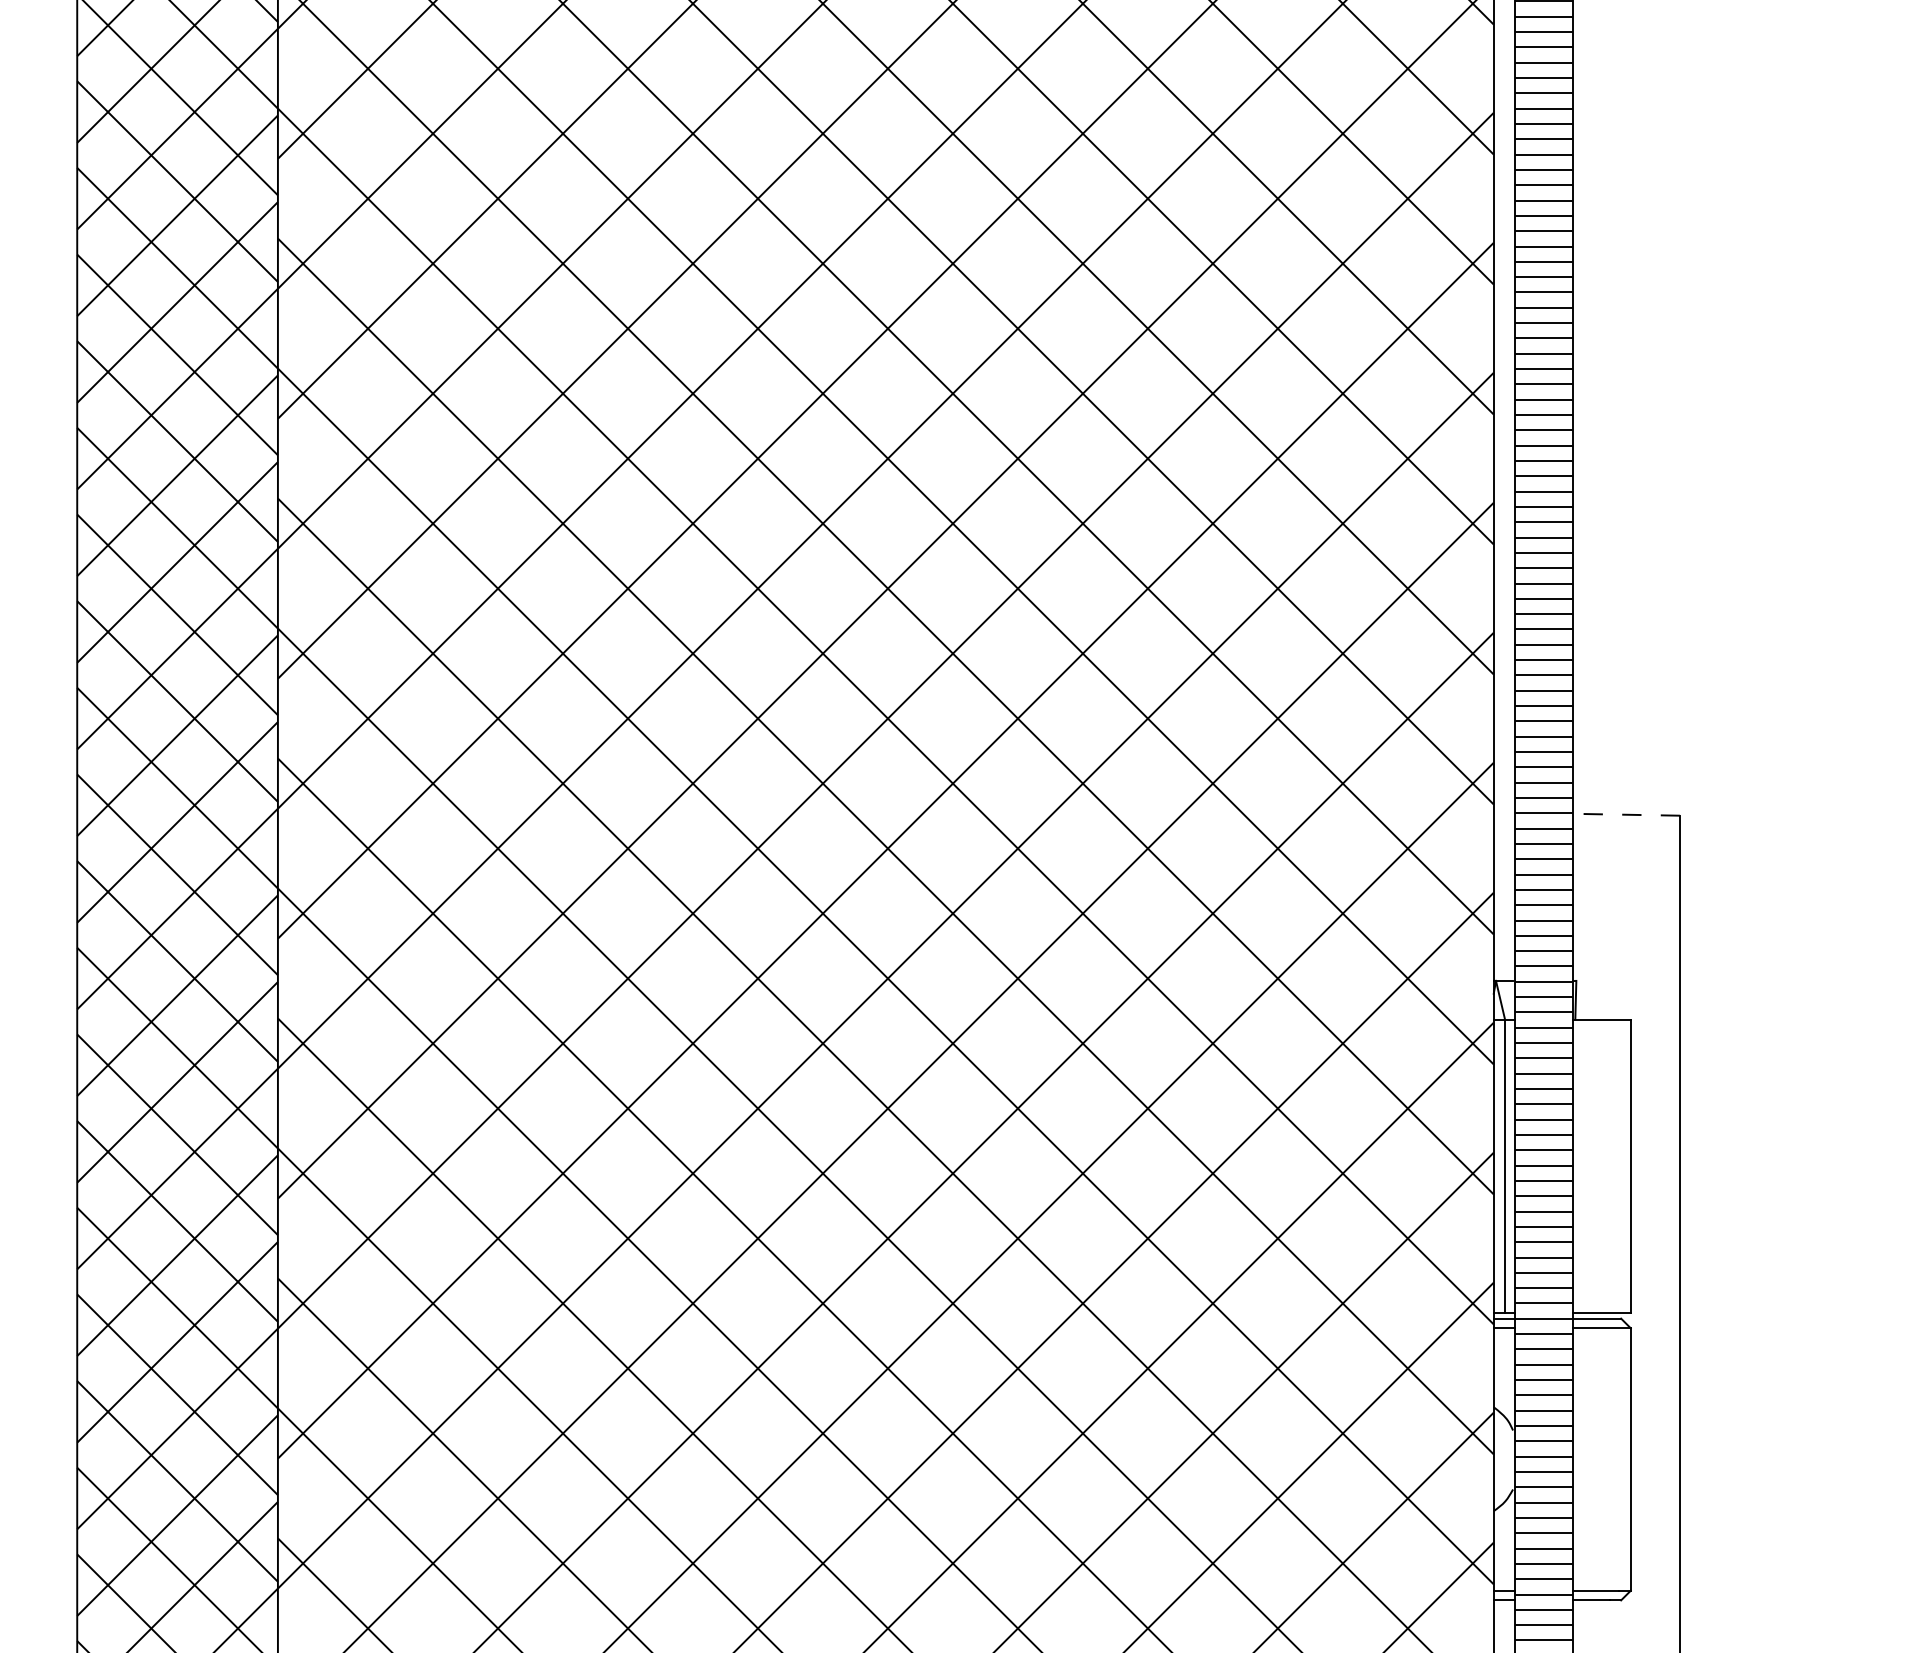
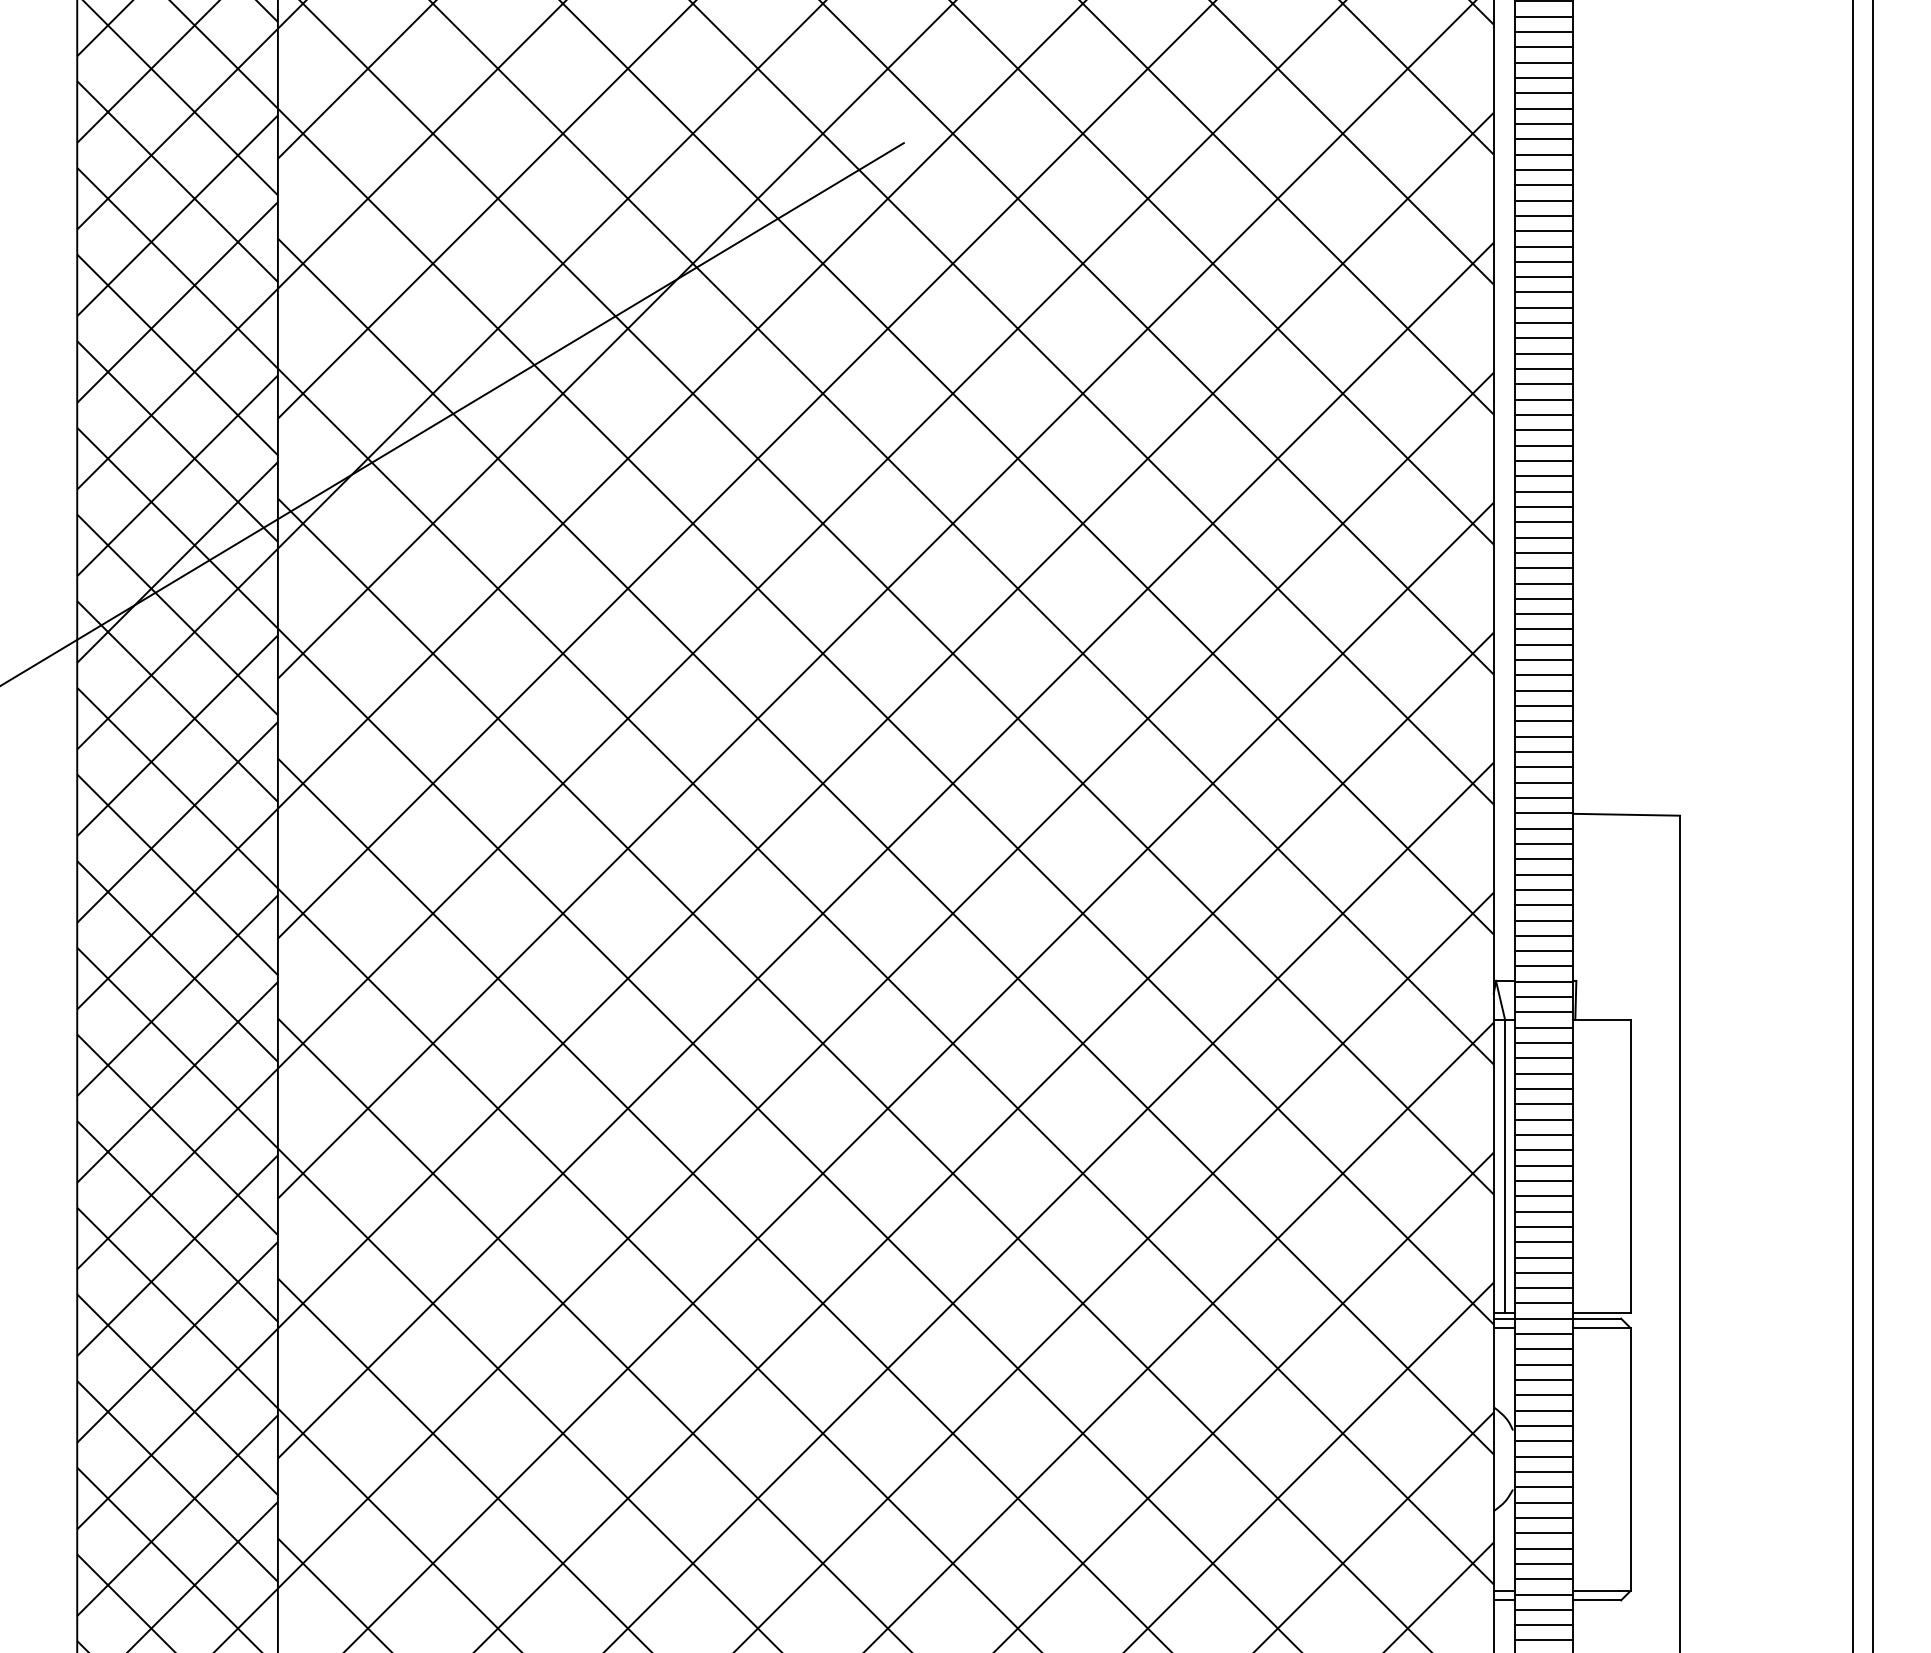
line at (452, 413): none -> present
line at (1626, 814): dashed -> solid
line at (1853, 825): none -> present
line at (1873, 825): none -> present
